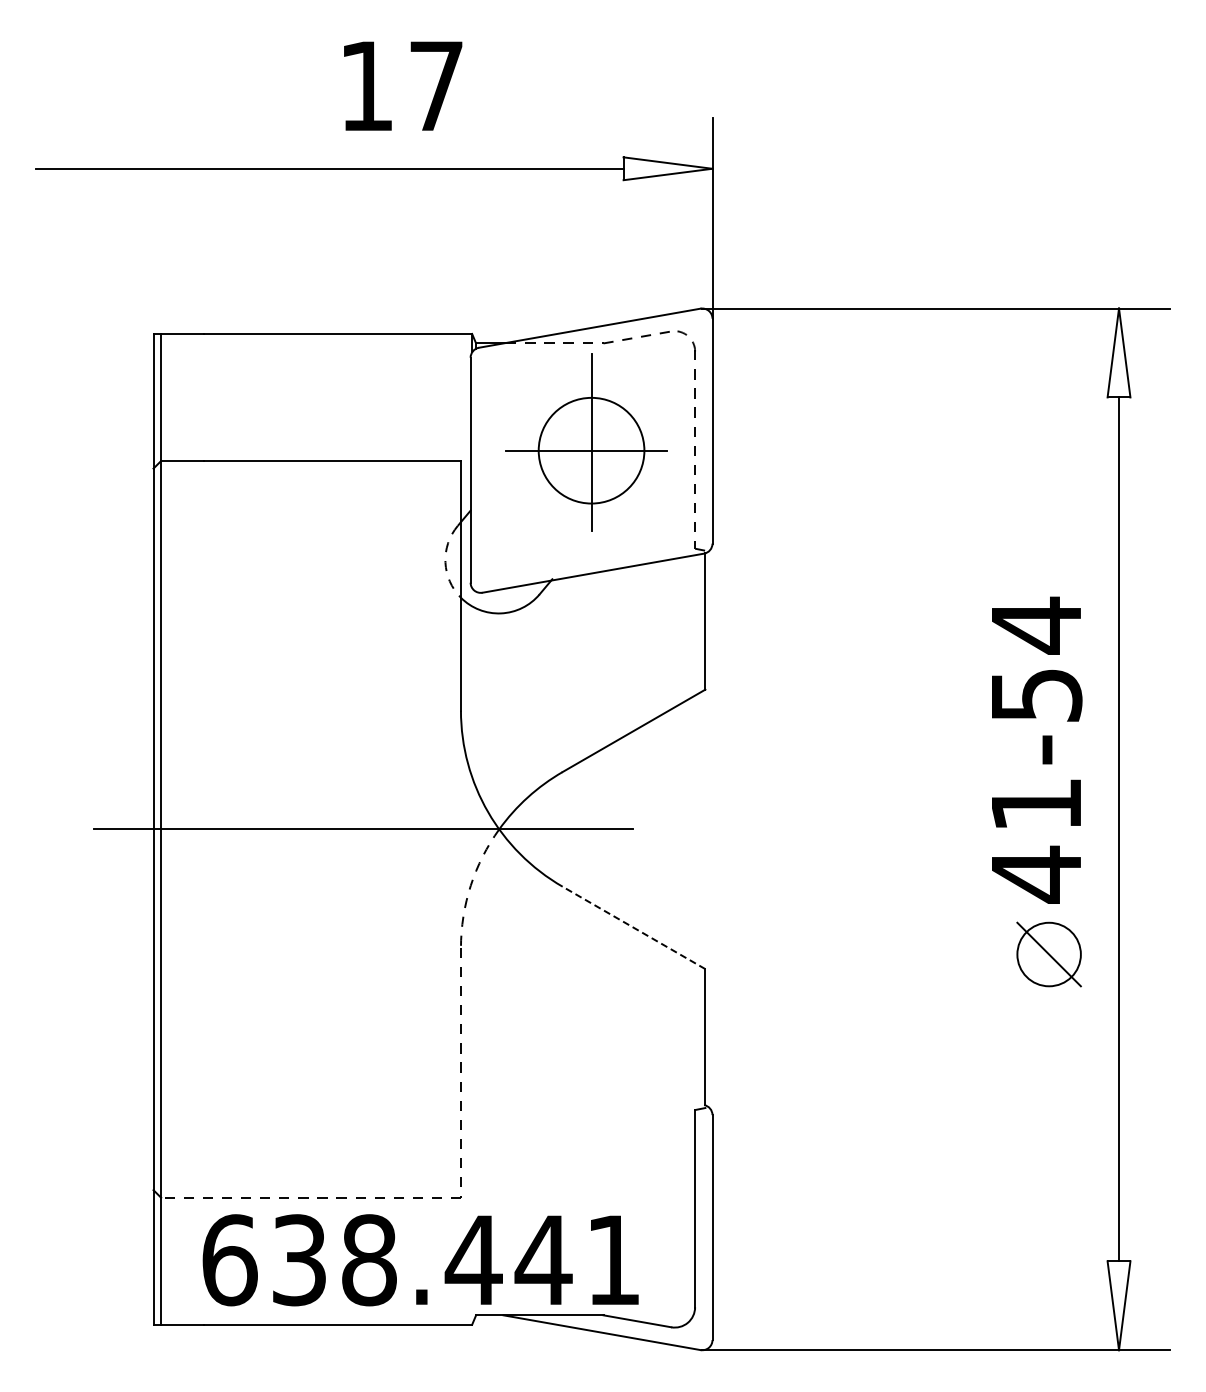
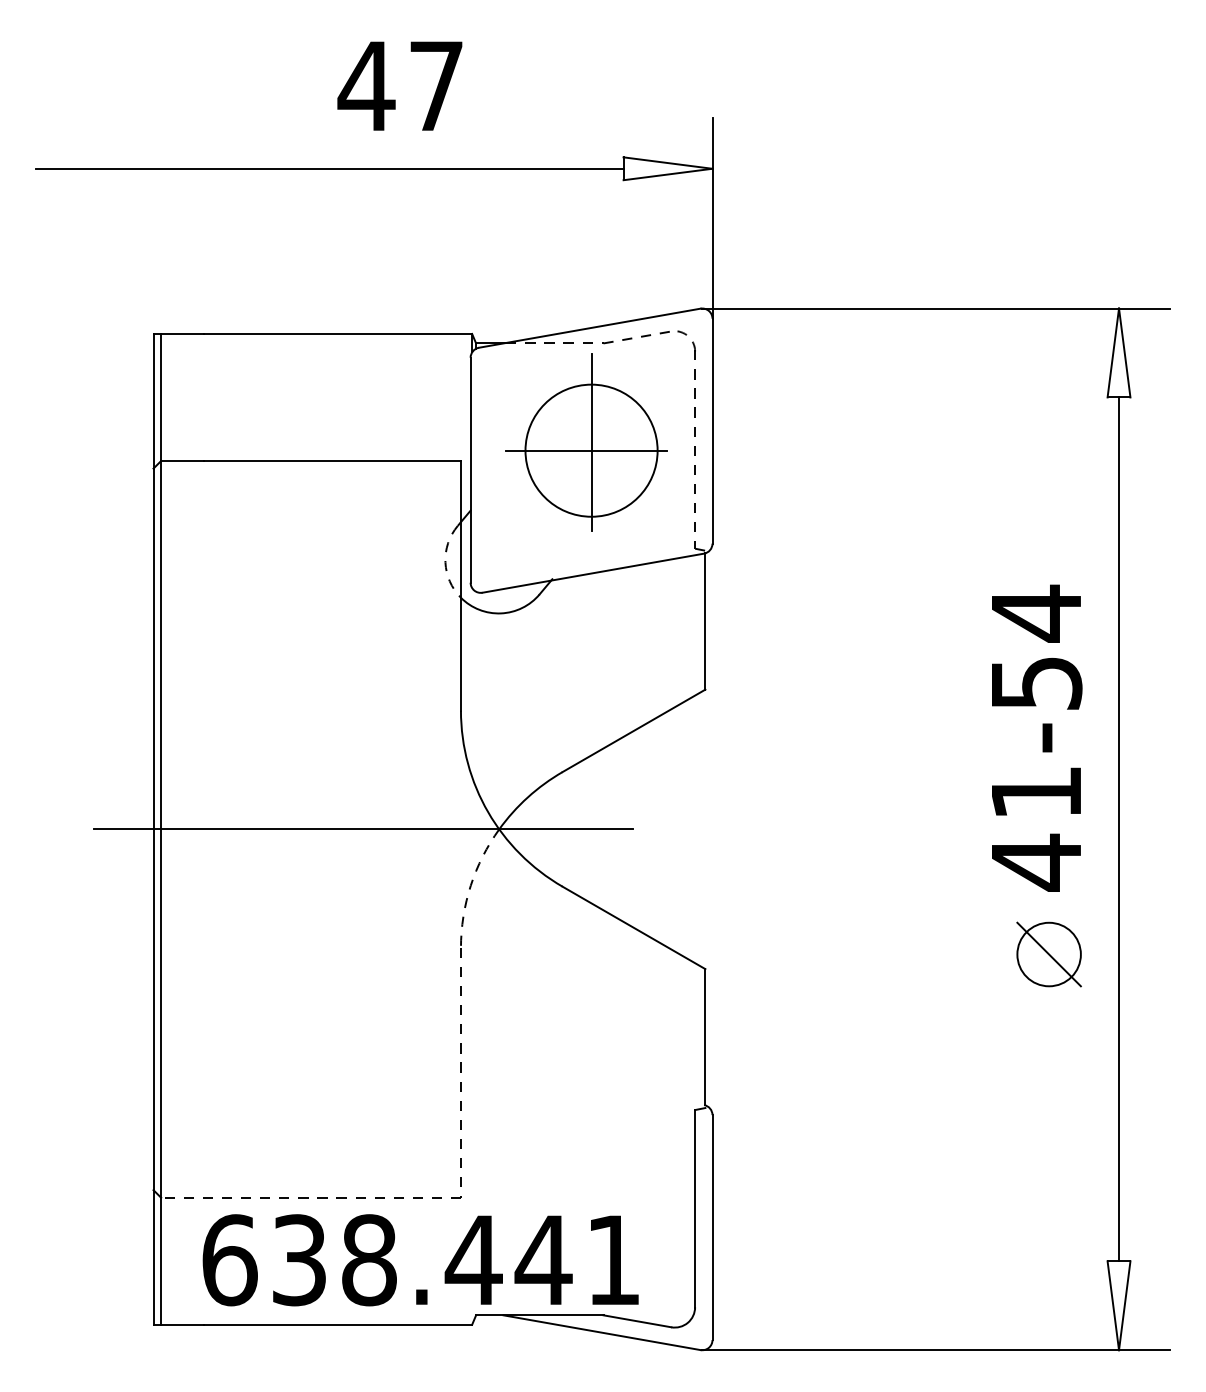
text at (366, 85): 17 -> 47
circle at (591, 450) diameter: 106 px -> 132 px
text at (1037, 749) position: (1037, 749) -> (1037, 737)
line at (633, 927): dashed -> solid
